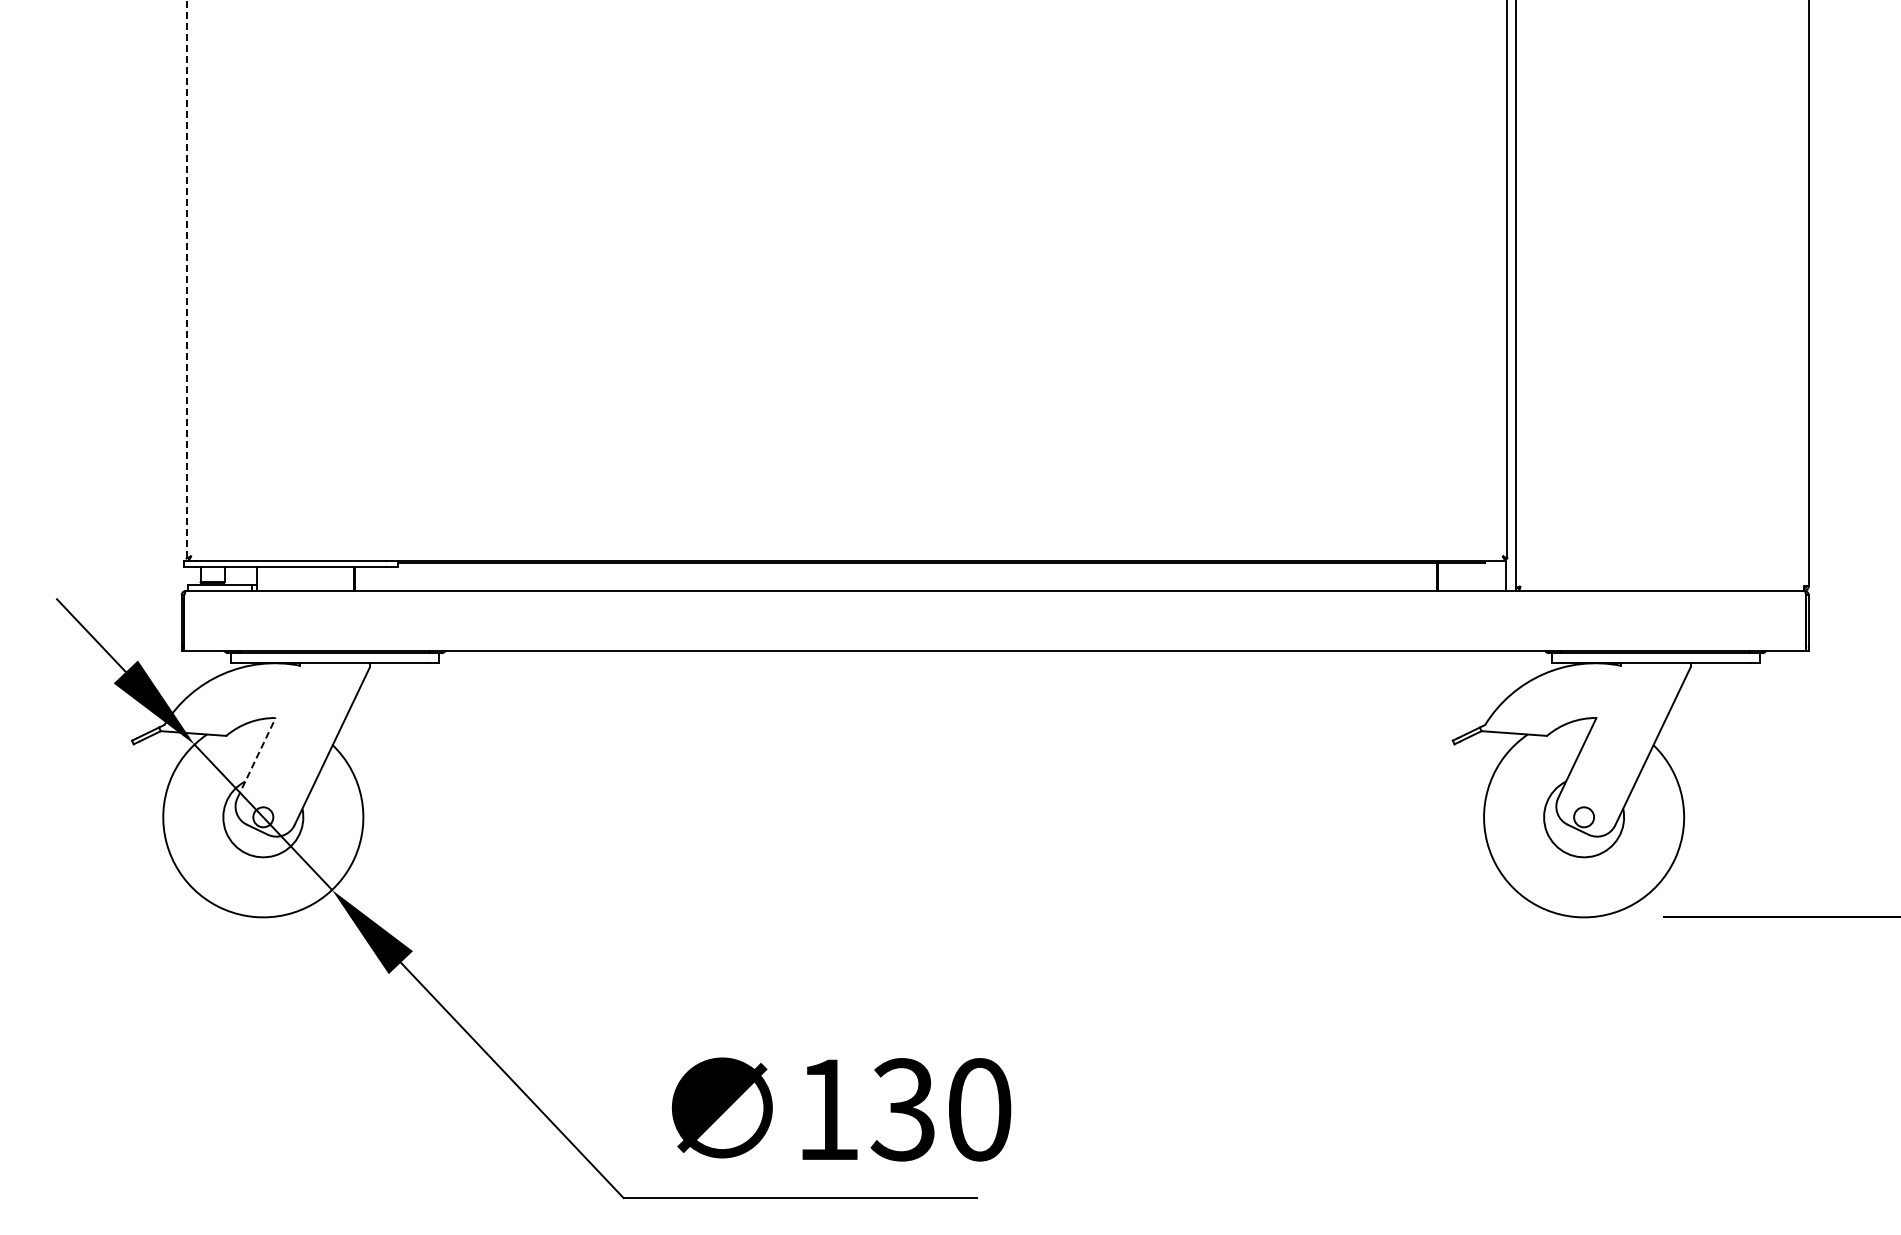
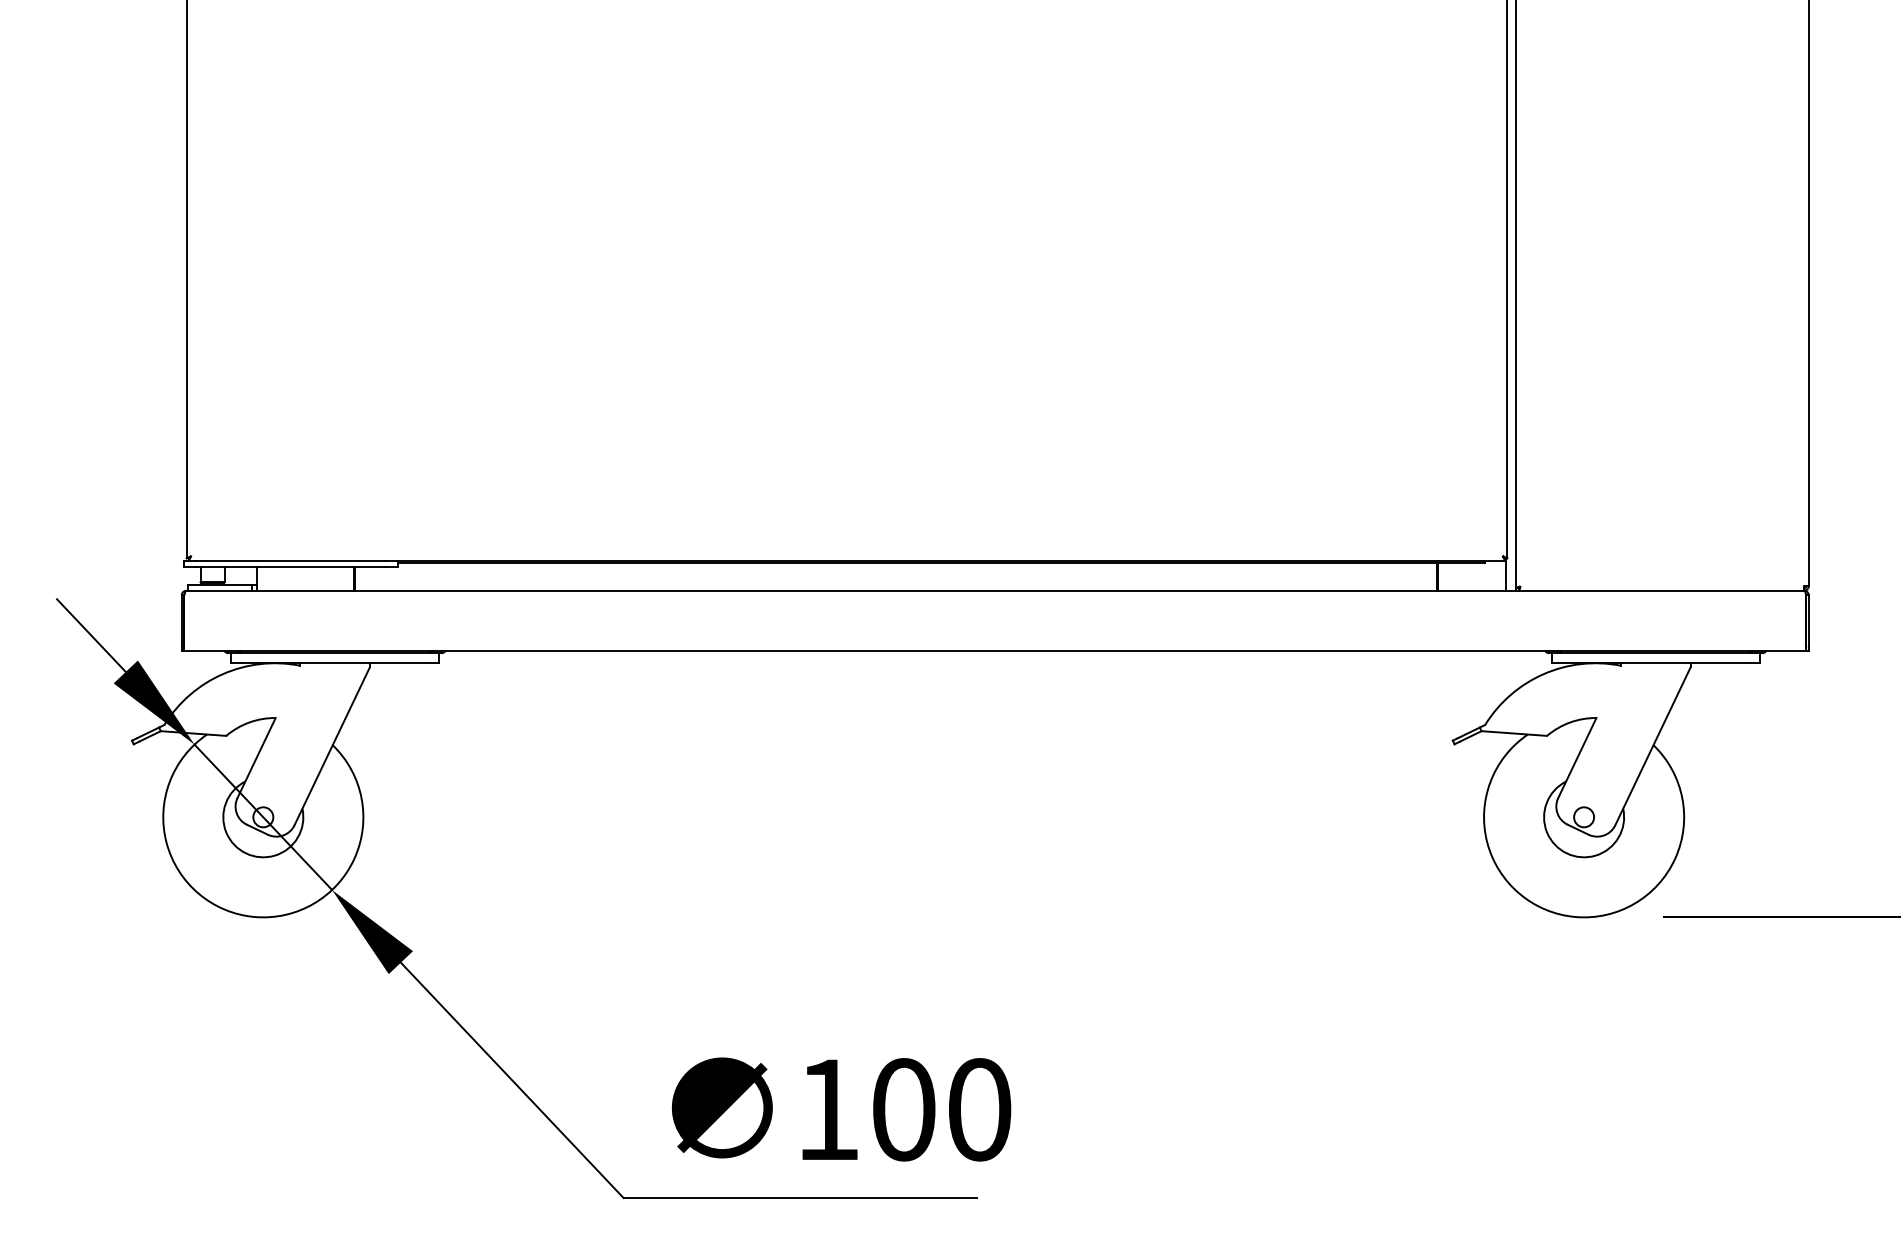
line at (186, 279): dashed -> solid
line at (256, 757): dashed -> solid
text at (902, 1109): 130 -> 100
